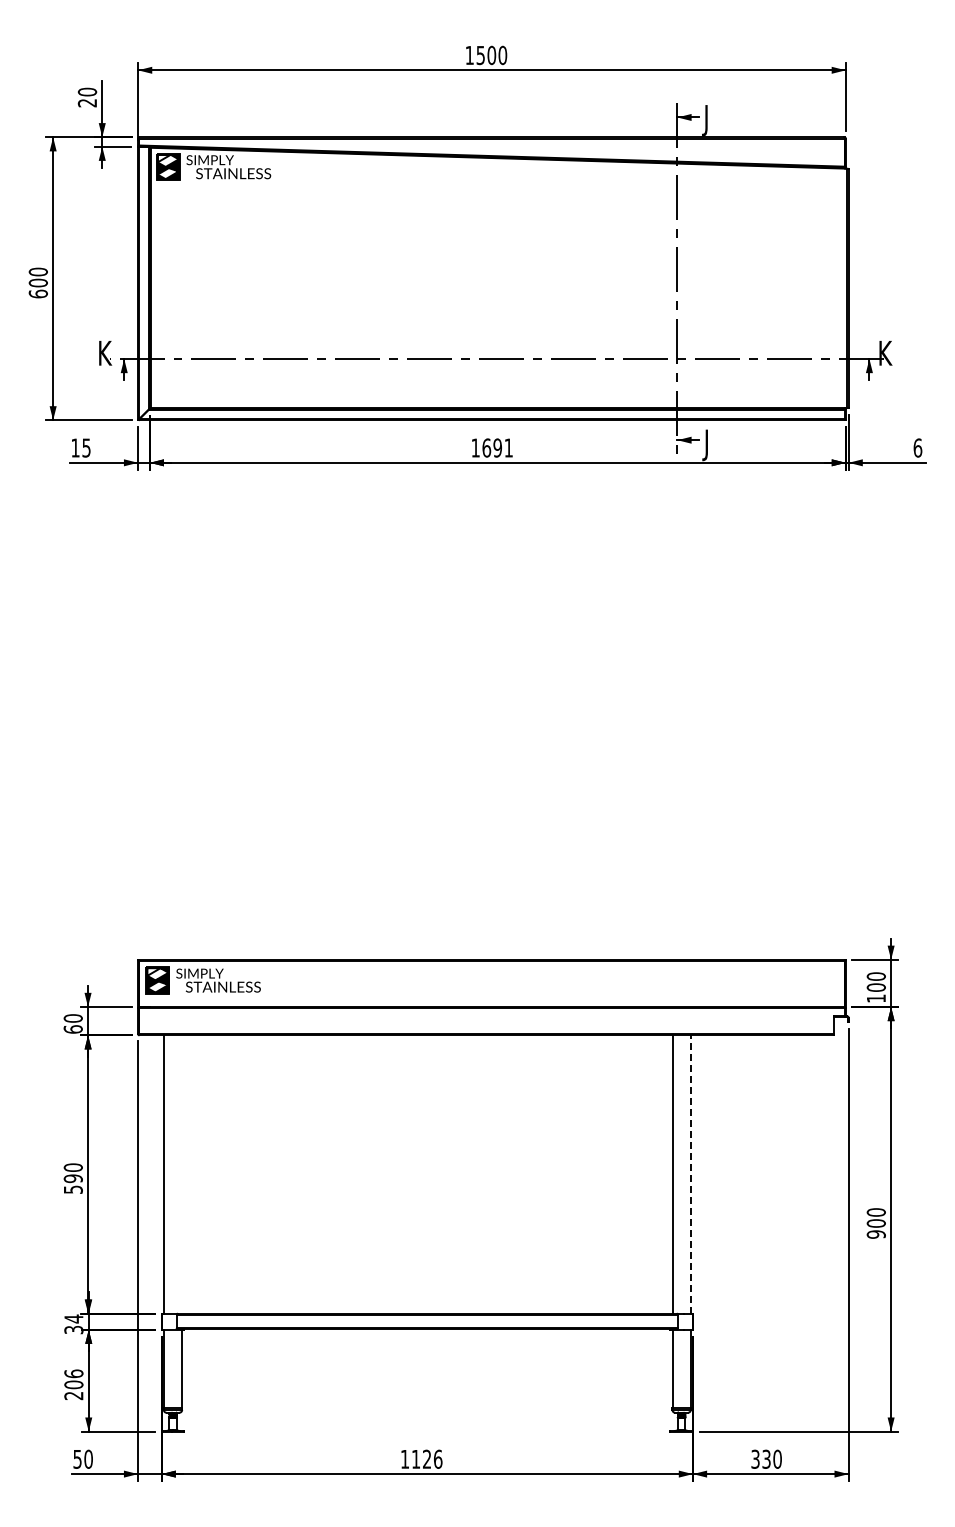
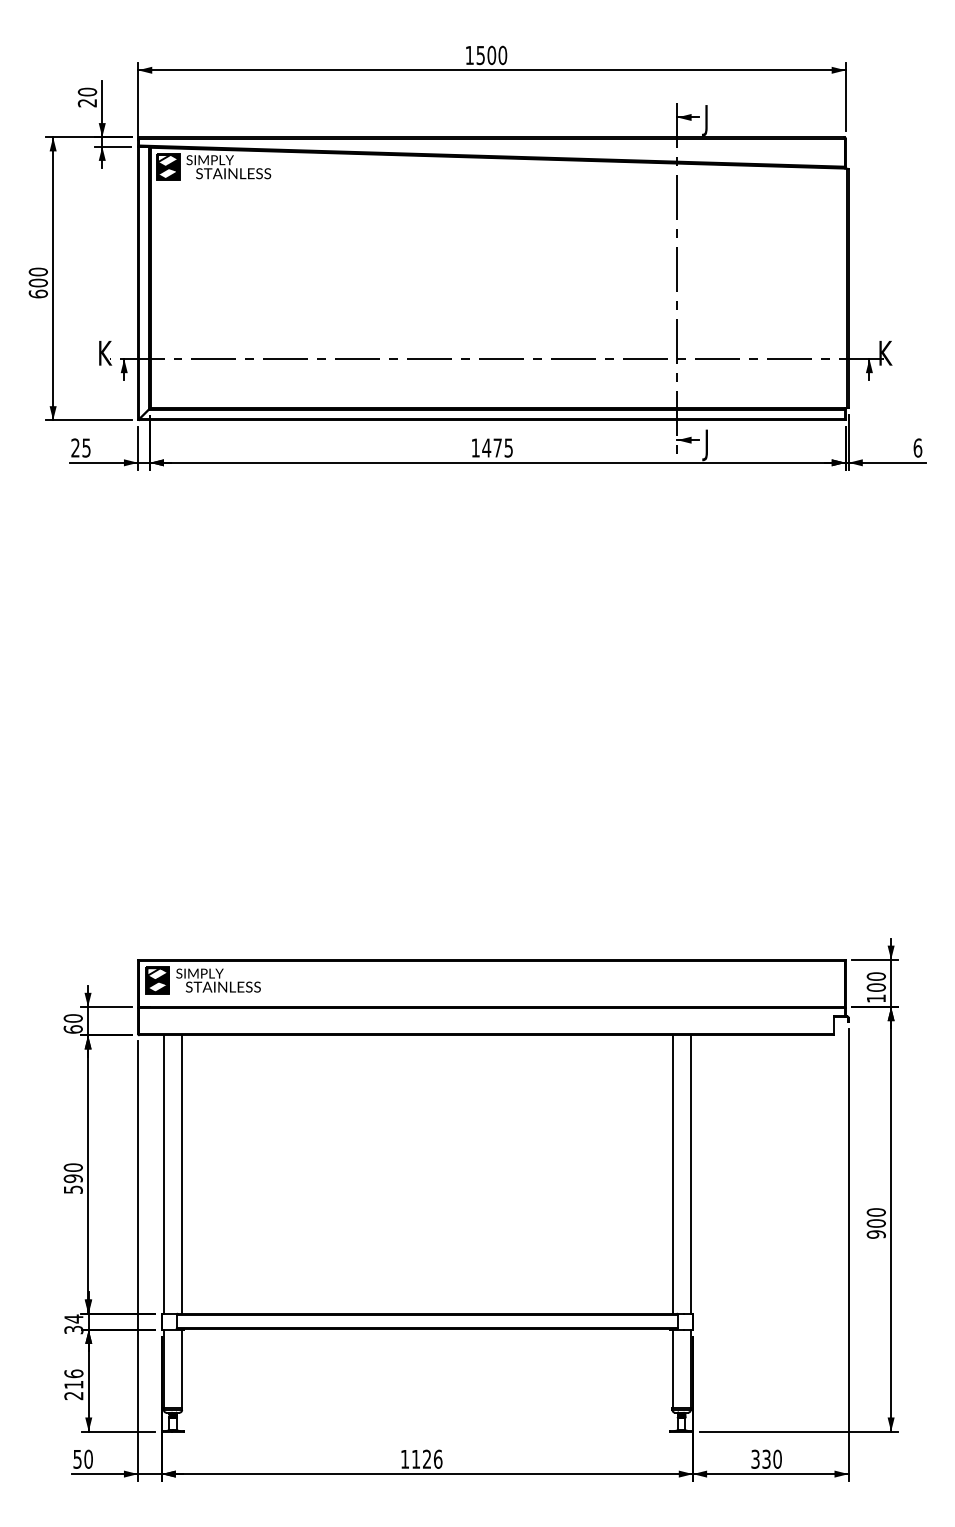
text at (75, 447): 15 -> 25
text at (497, 447): 1691 -> 1475
line at (181, 1174): none -> present
line at (690, 1174): dashed -> solid
text at (73, 1384): 206 -> 216
